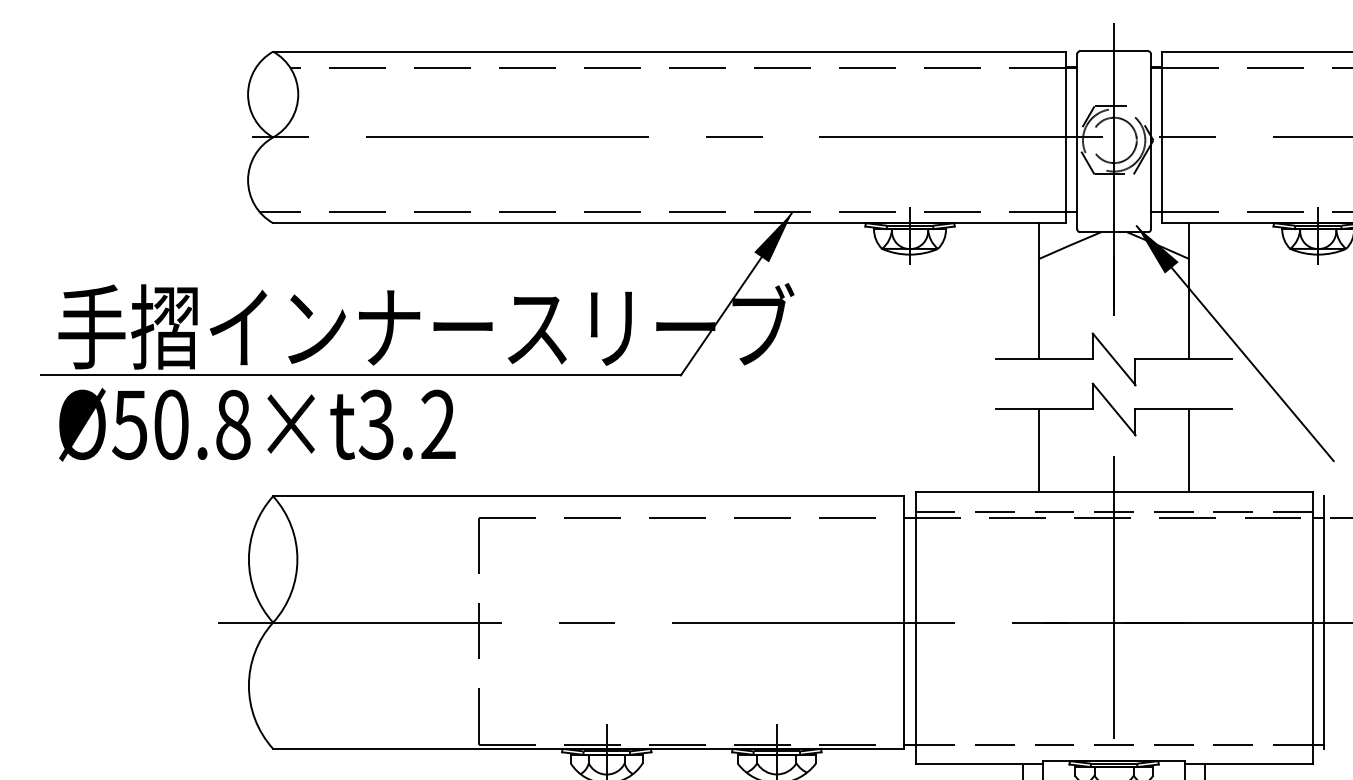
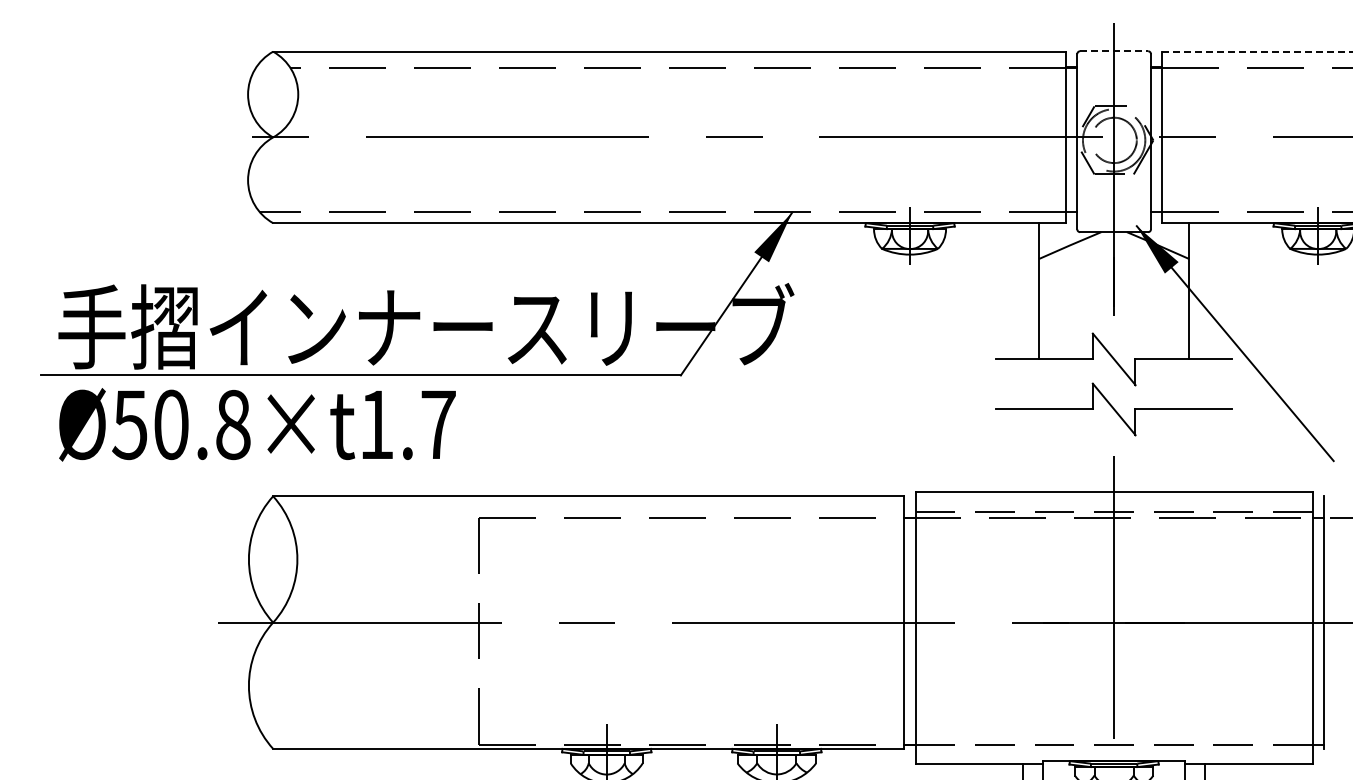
line at (1114, 51): solid -> dashed
line at (1257, 51): solid -> dashed
text at (406, 424): Ø50.8×t3.2 -> Ø50.8×t1.7
line at (1039, 450): present -> none
line at (1189, 450): present -> none
